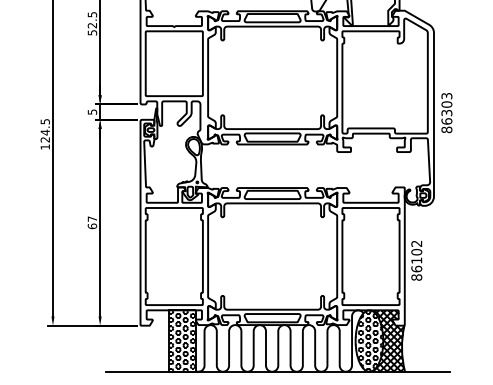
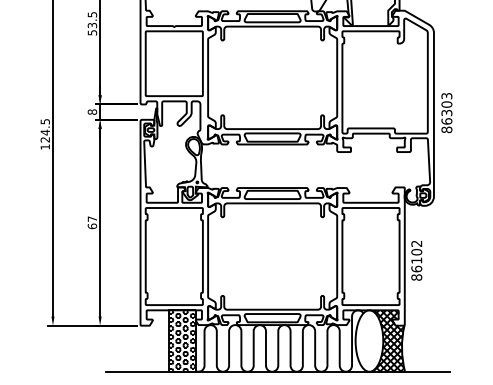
text at (92, 25): 52.5 -> 53.5
text at (92, 111): 5 -> 8
hatch at (369, 340): present -> none
